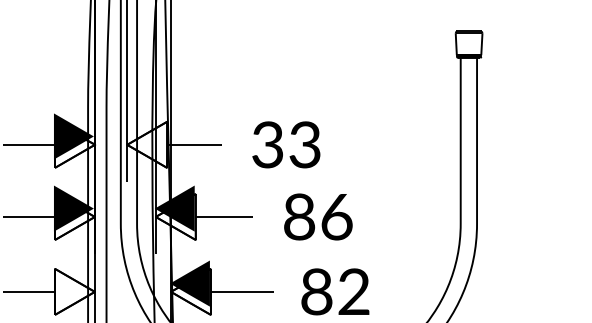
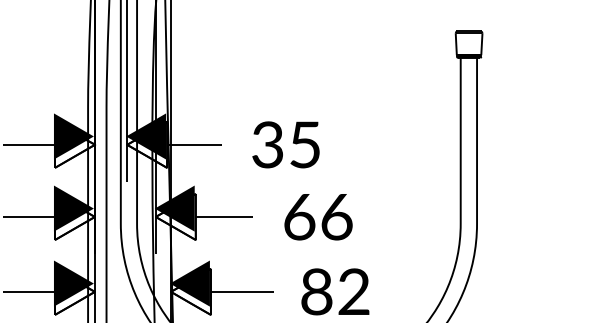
fill at (146, 136): none -> present
text at (304, 144): 33 -> 35
text at (299, 216): 86 -> 66
fill at (73, 283): none -> present
